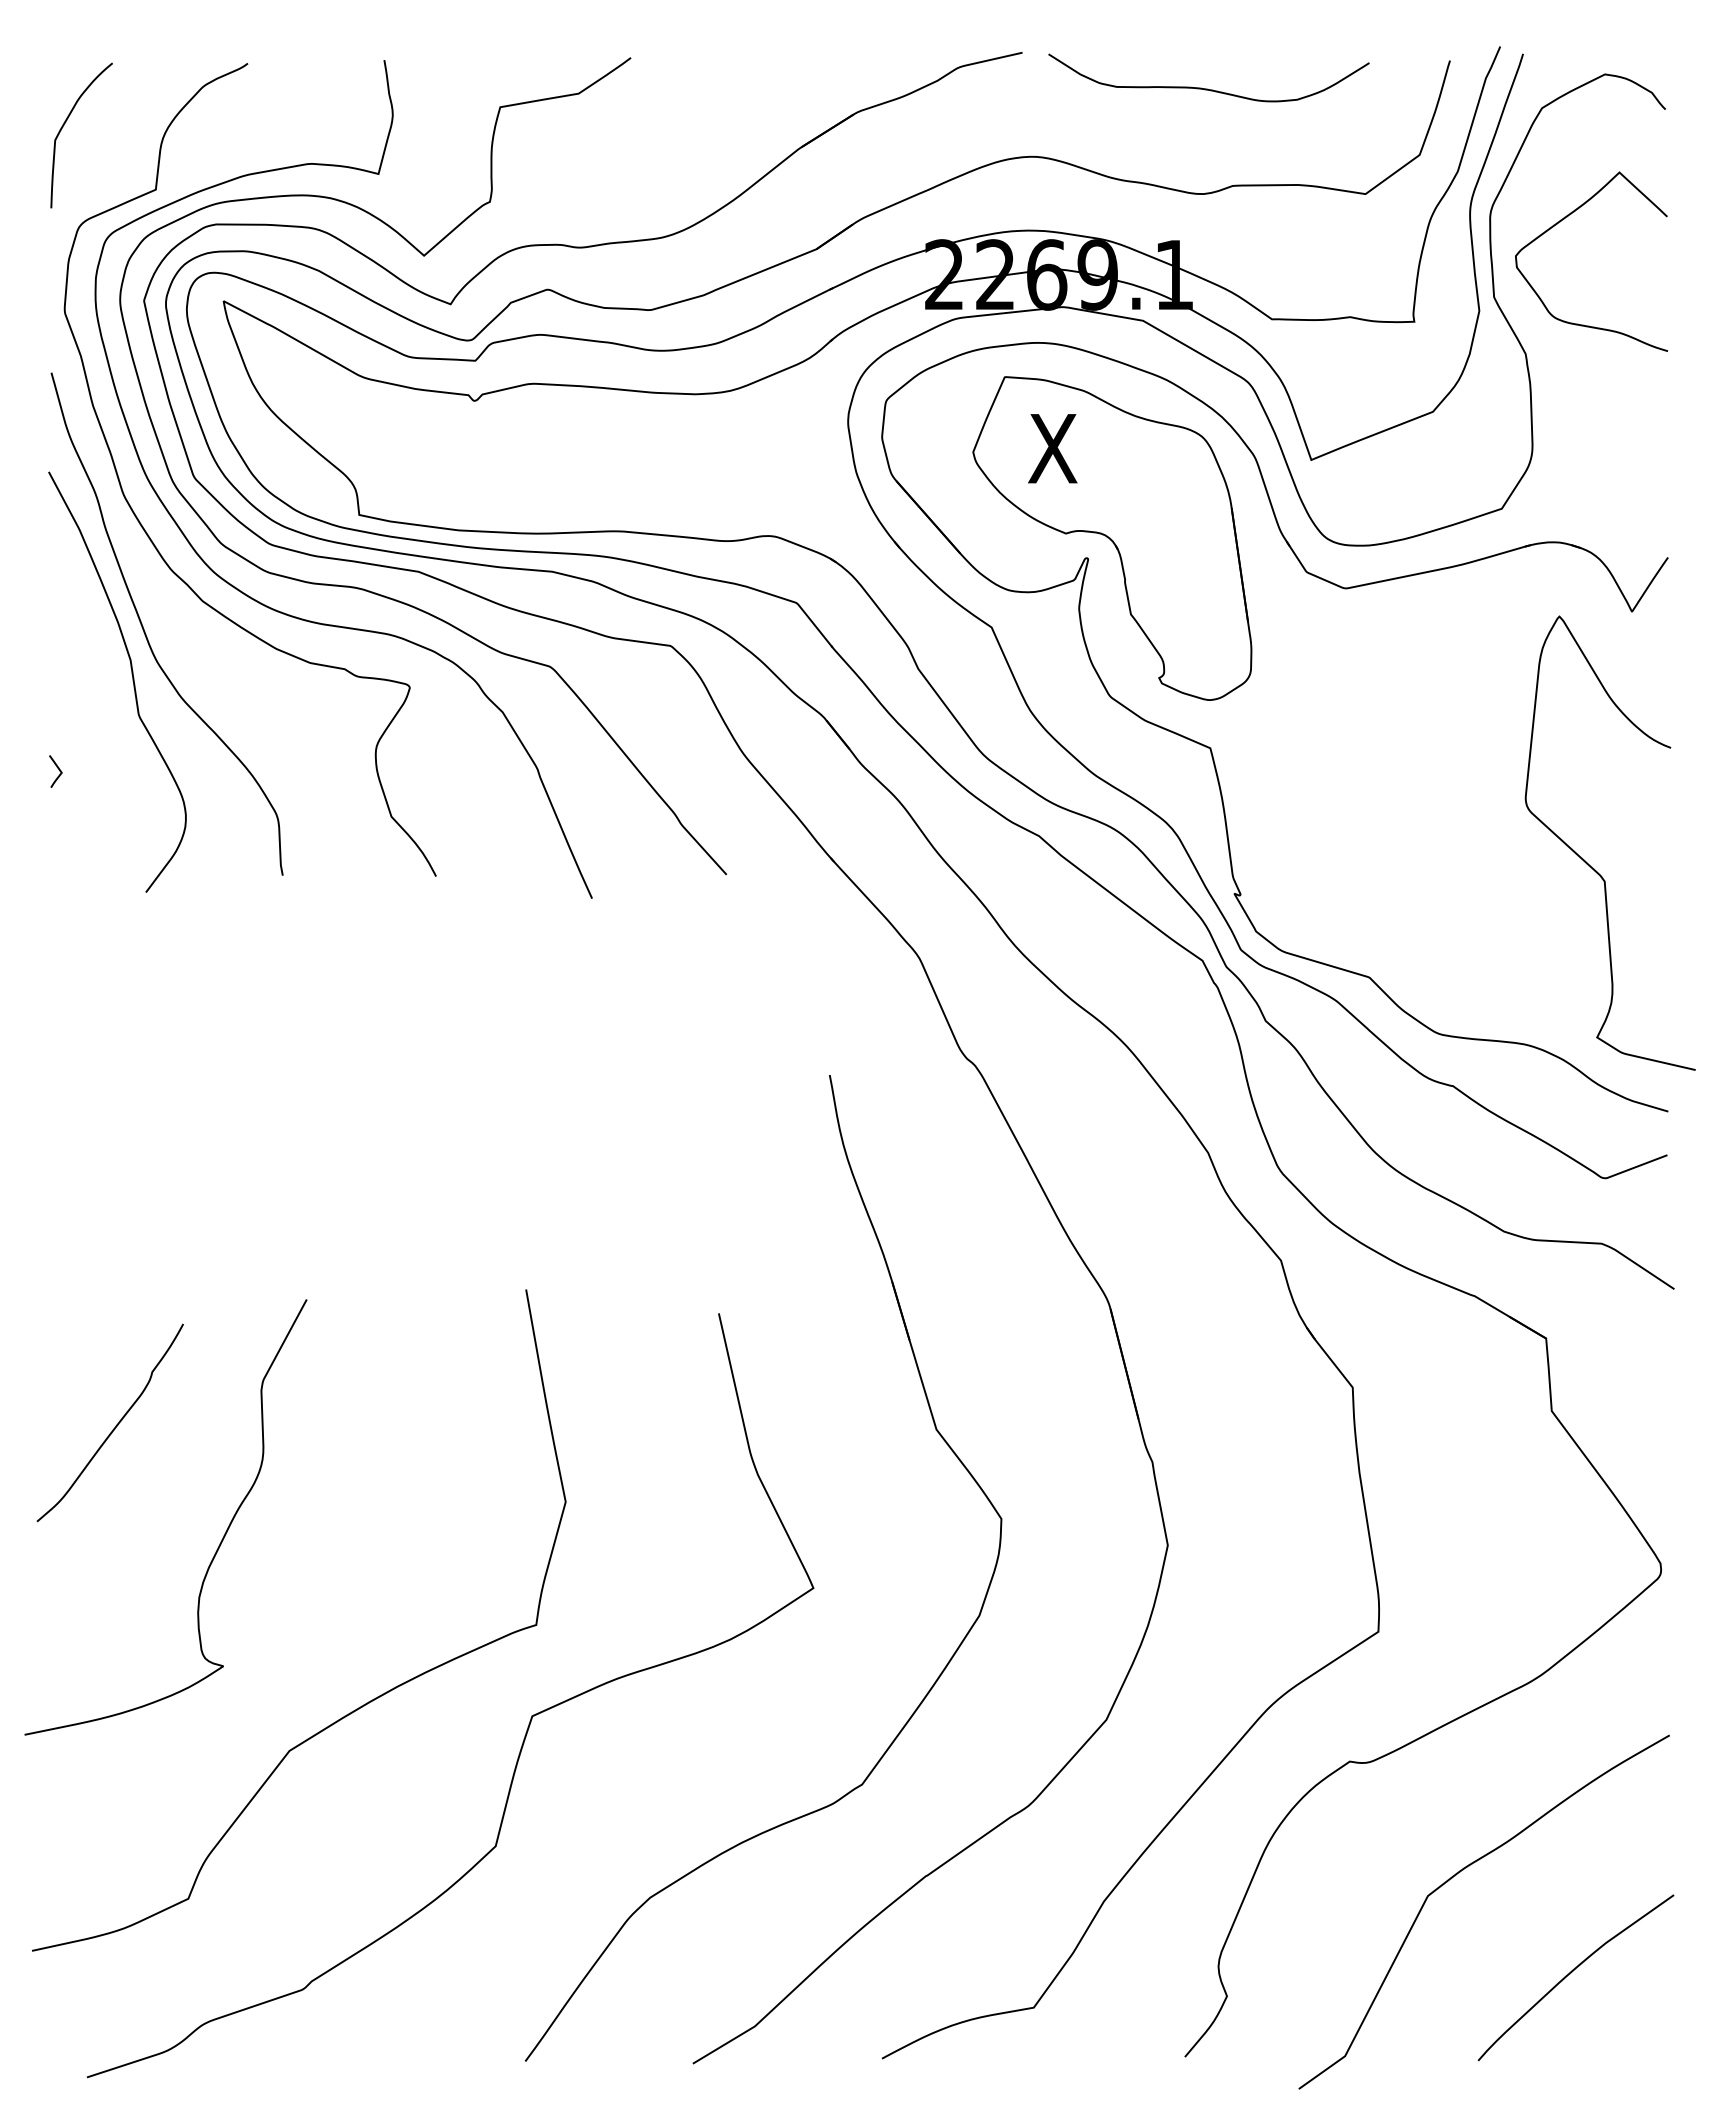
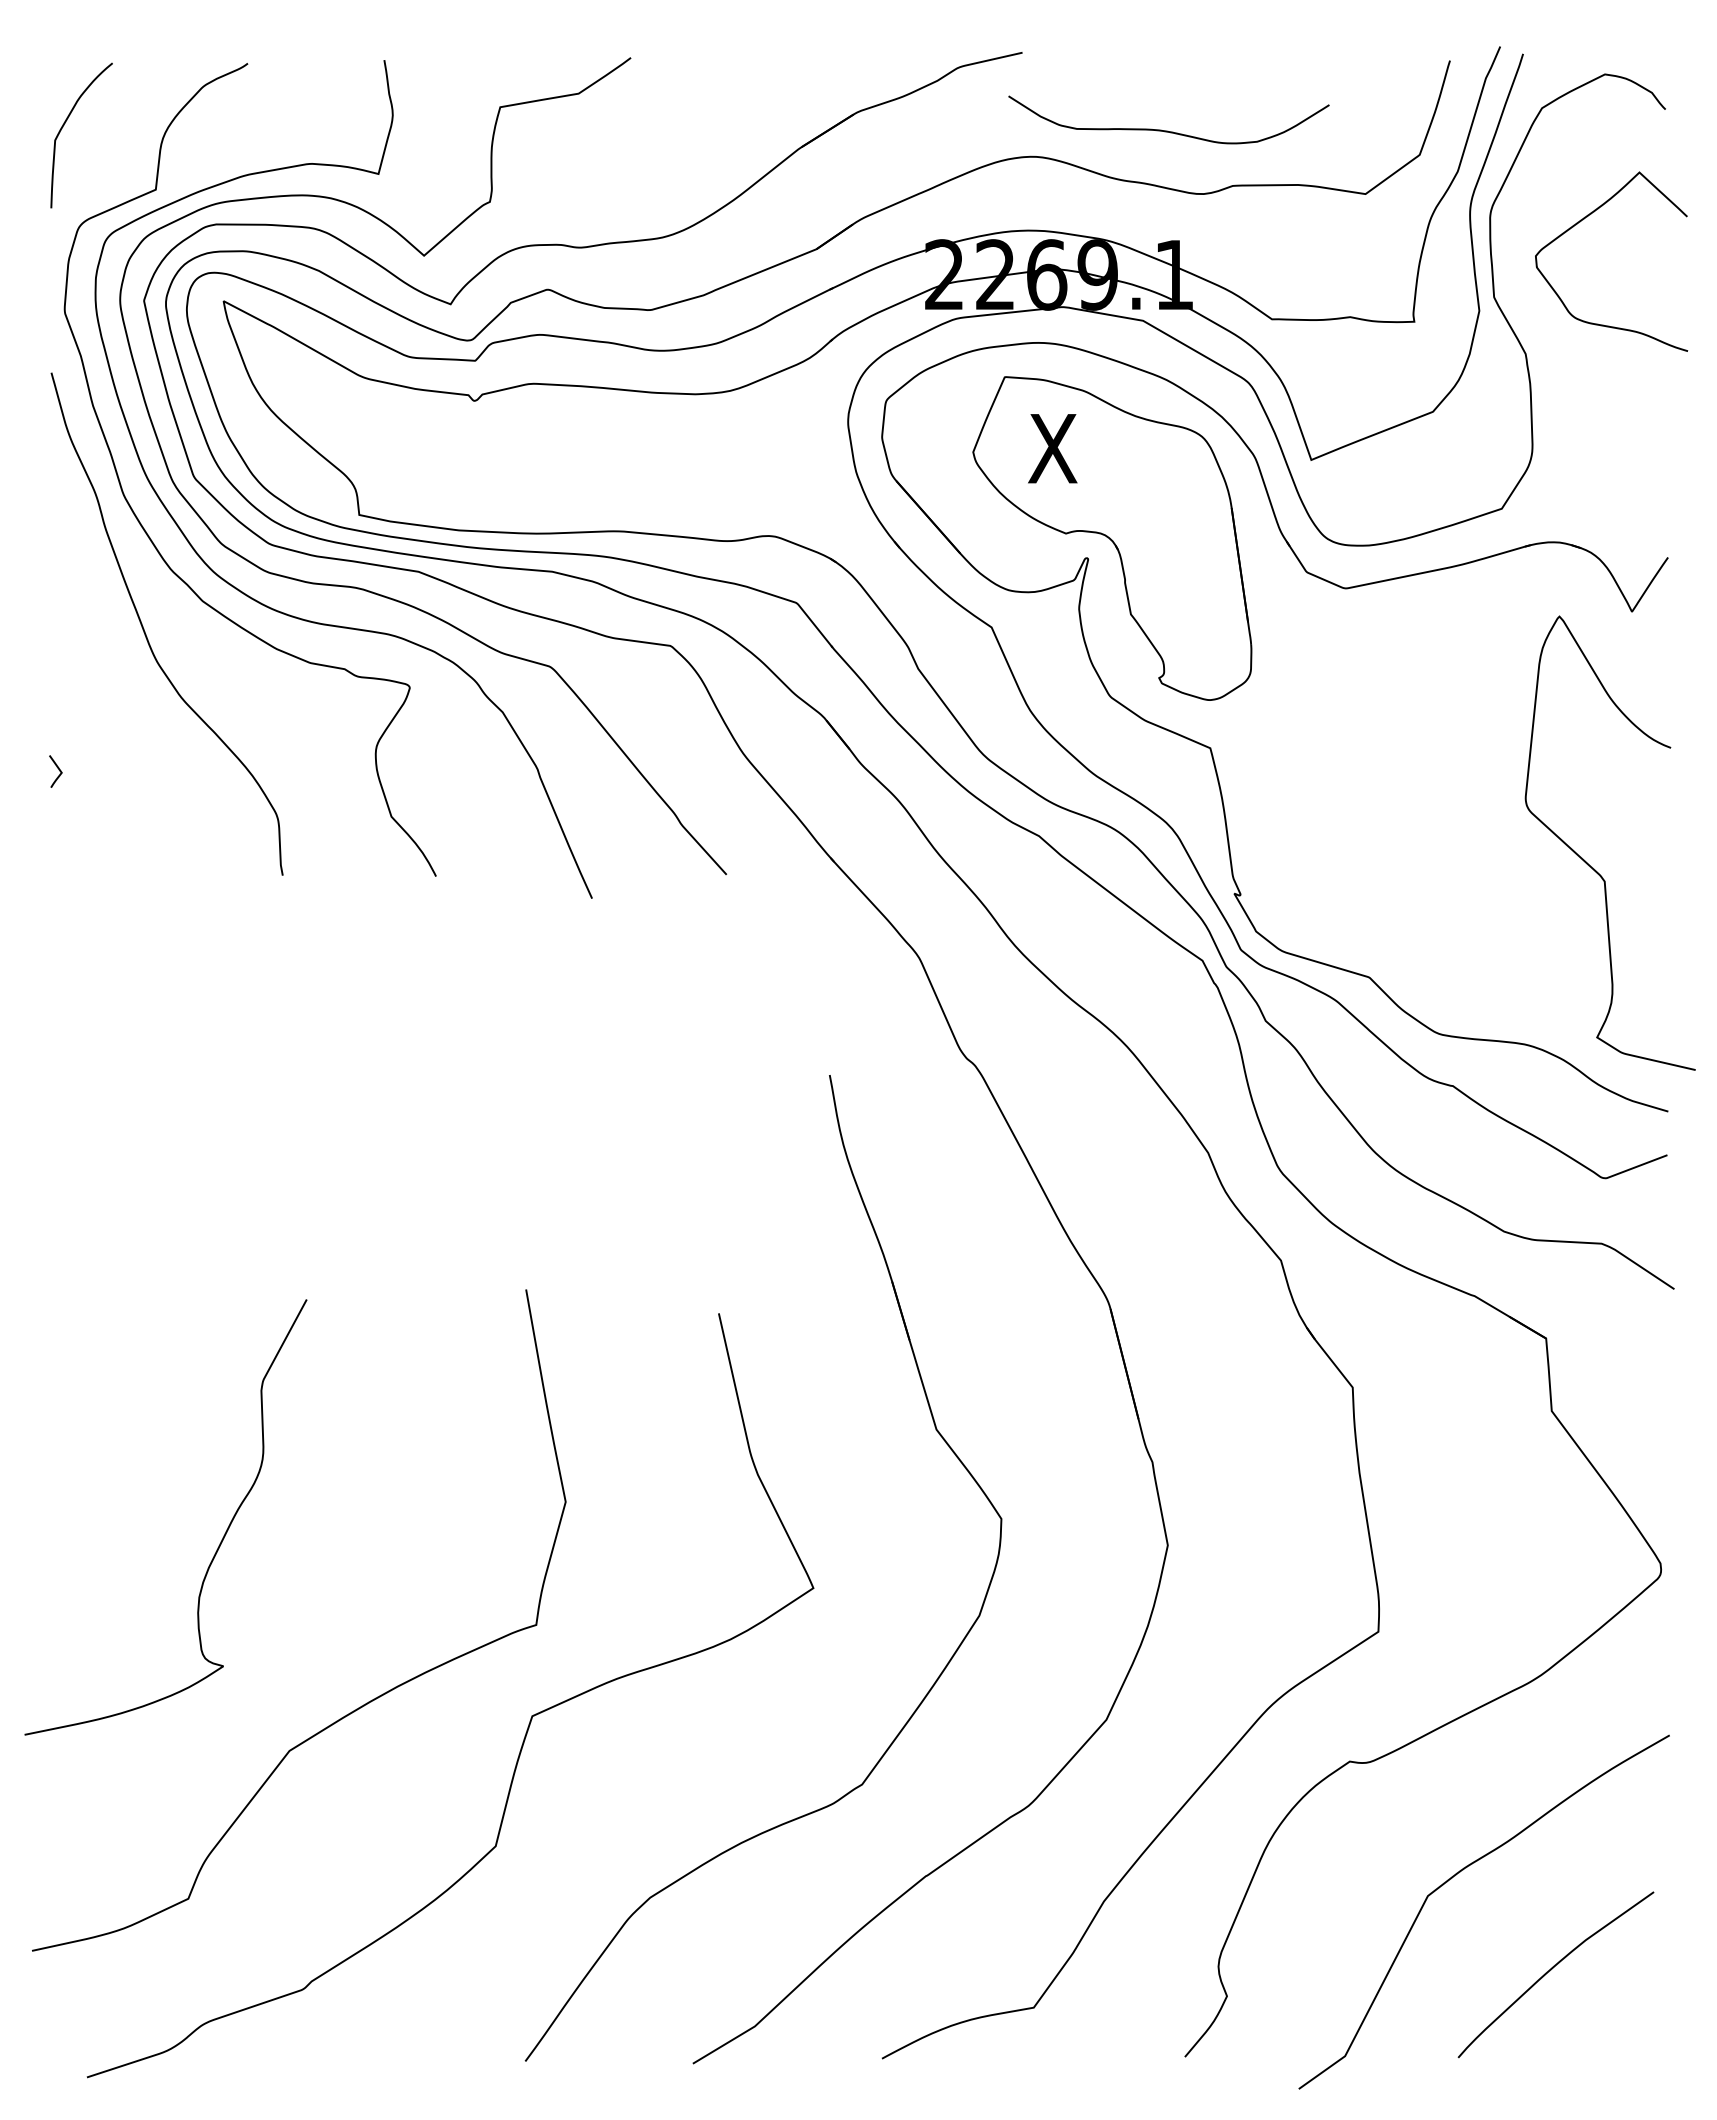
curve at (1207, 88) position: (1207, 88) -> (1167, 130)
curve at (1560, 222) position: (1560, 222) -> (1580, 222)
curve at (132, 681): present -> none
curve at (115, 1425): present -> none
curve at (1571, 1973) position: (1571, 1973) -> (1551, 1970)
